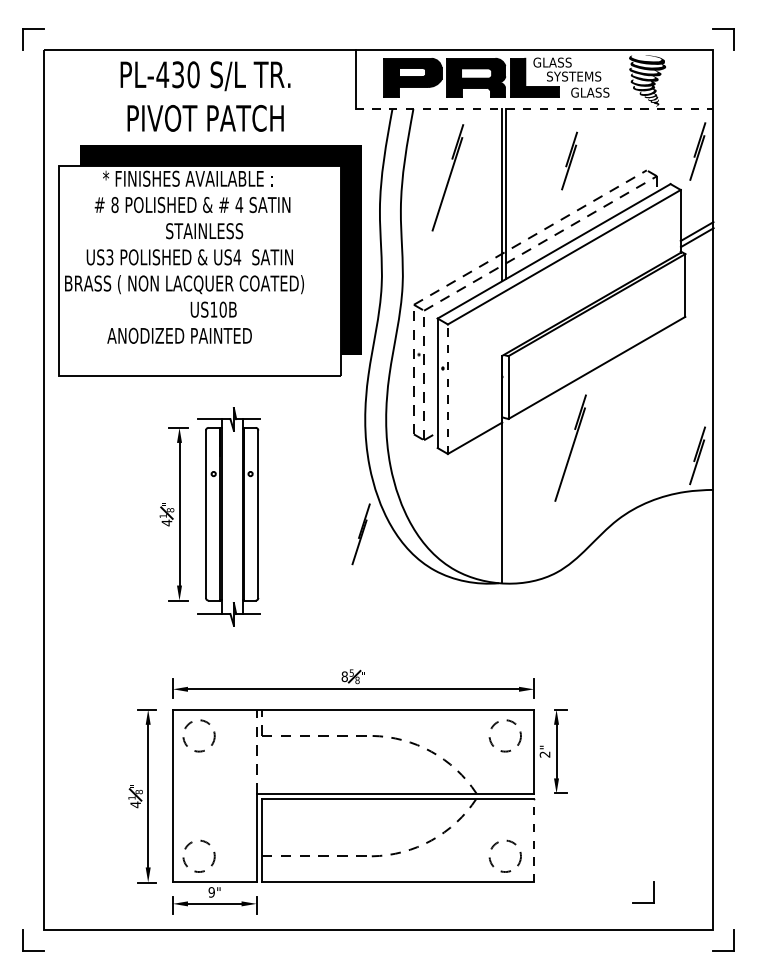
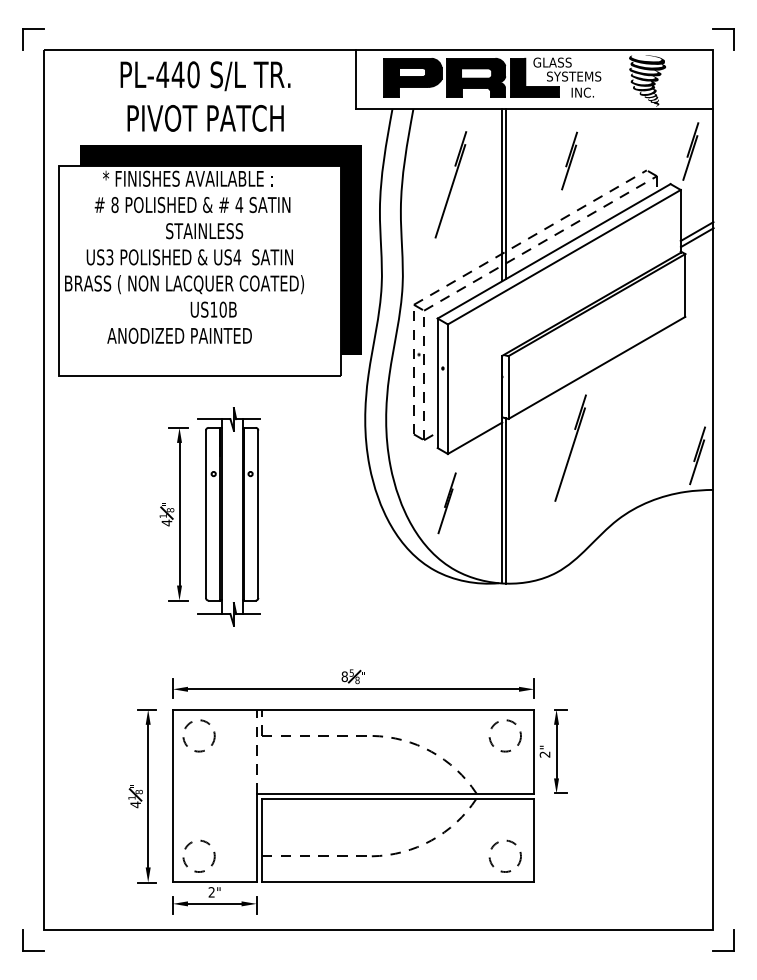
text at (177, 74): PL-430 -> PL-440
text at (590, 92): GLASS -> INC.
line at (534, 109): dashed -> solid
part at (697, 151) position: (697, 151) -> (690, 151)
part at (447, 177) position: (447, 177) -> (450, 184)
line at (447, 389): dashed -> solid
line at (505, 500): none -> present
part at (360, 534) position: (360, 534) -> (446, 503)
line at (534, 840): dashed -> solid
text at (211, 892): 9" -> 2"
part at (653, 892): present -> none
